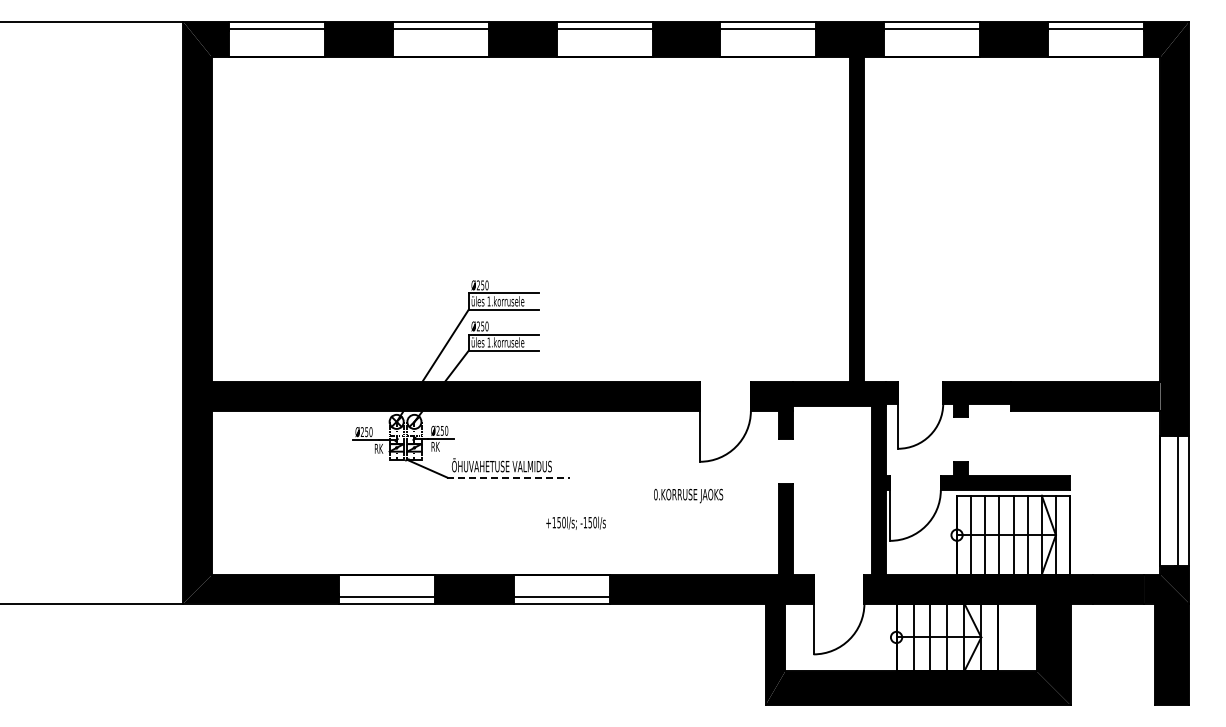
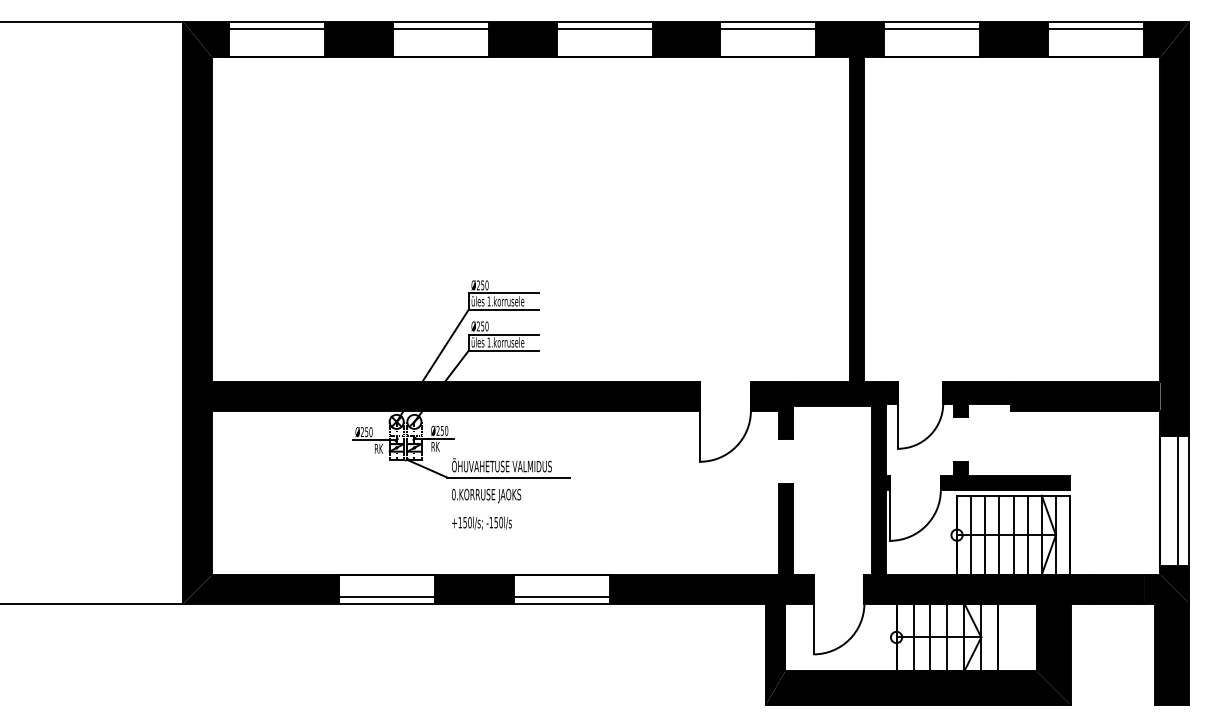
line at (509, 477): dashed -> solid
text at (688, 495) position: (688, 495) -> (486, 495)
text at (575, 522) position: (575, 522) -> (481, 522)
